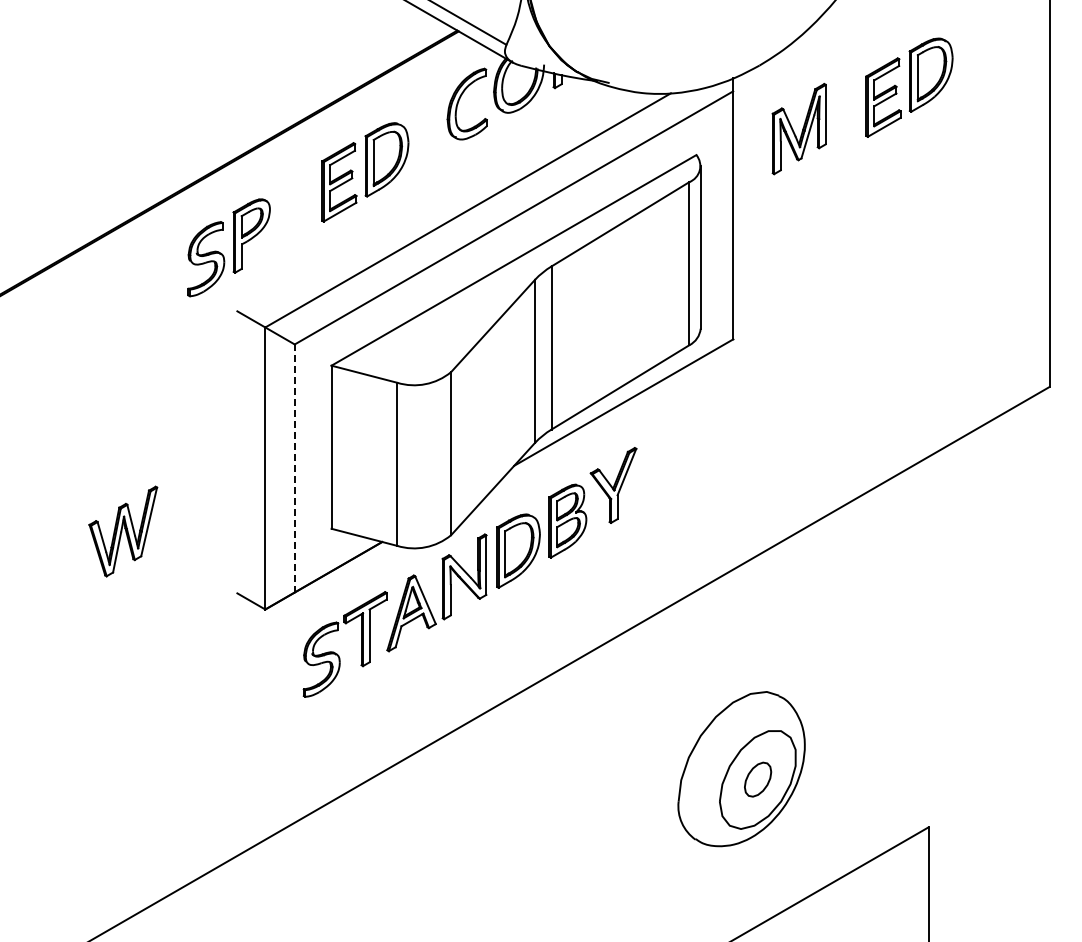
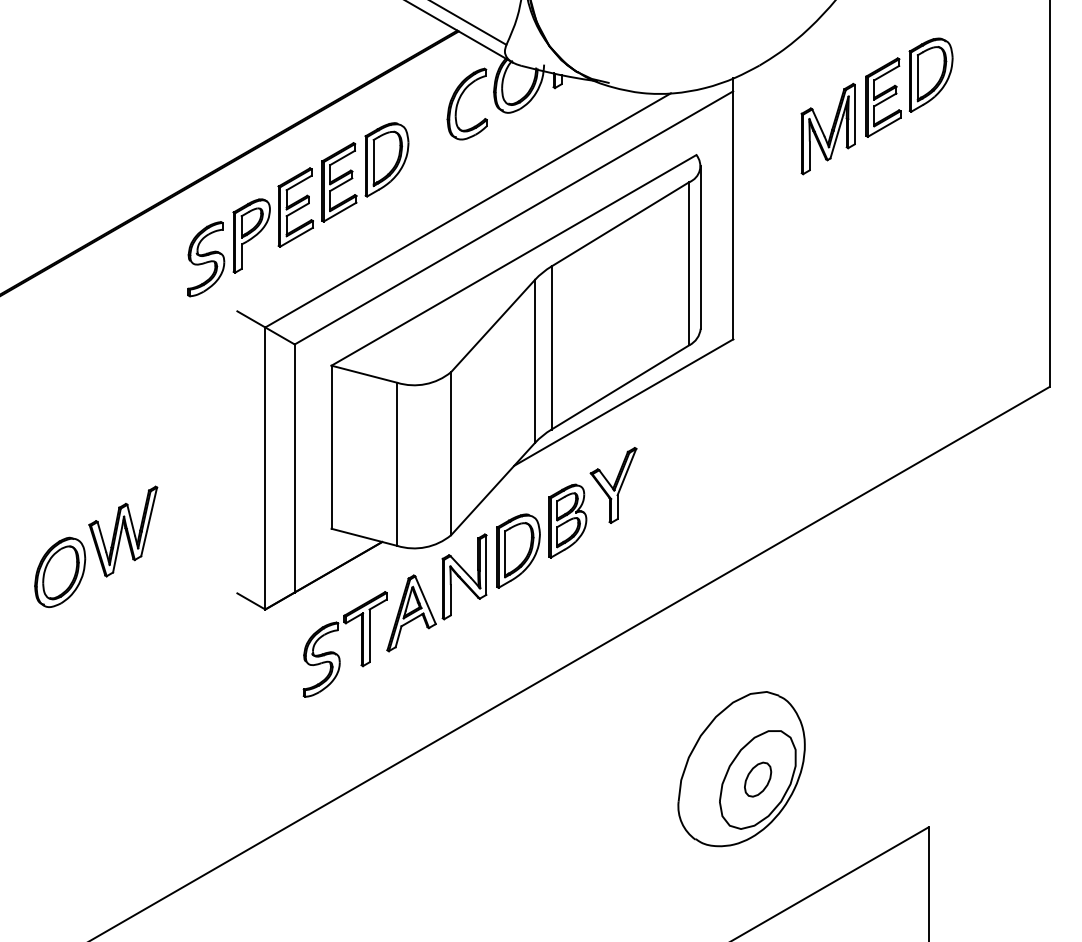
part at (798, 128) position: (798, 128) -> (827, 128)
part at (295, 207): none -> present
line at (294, 468): dashed -> solid
part at (60, 571): none -> present
